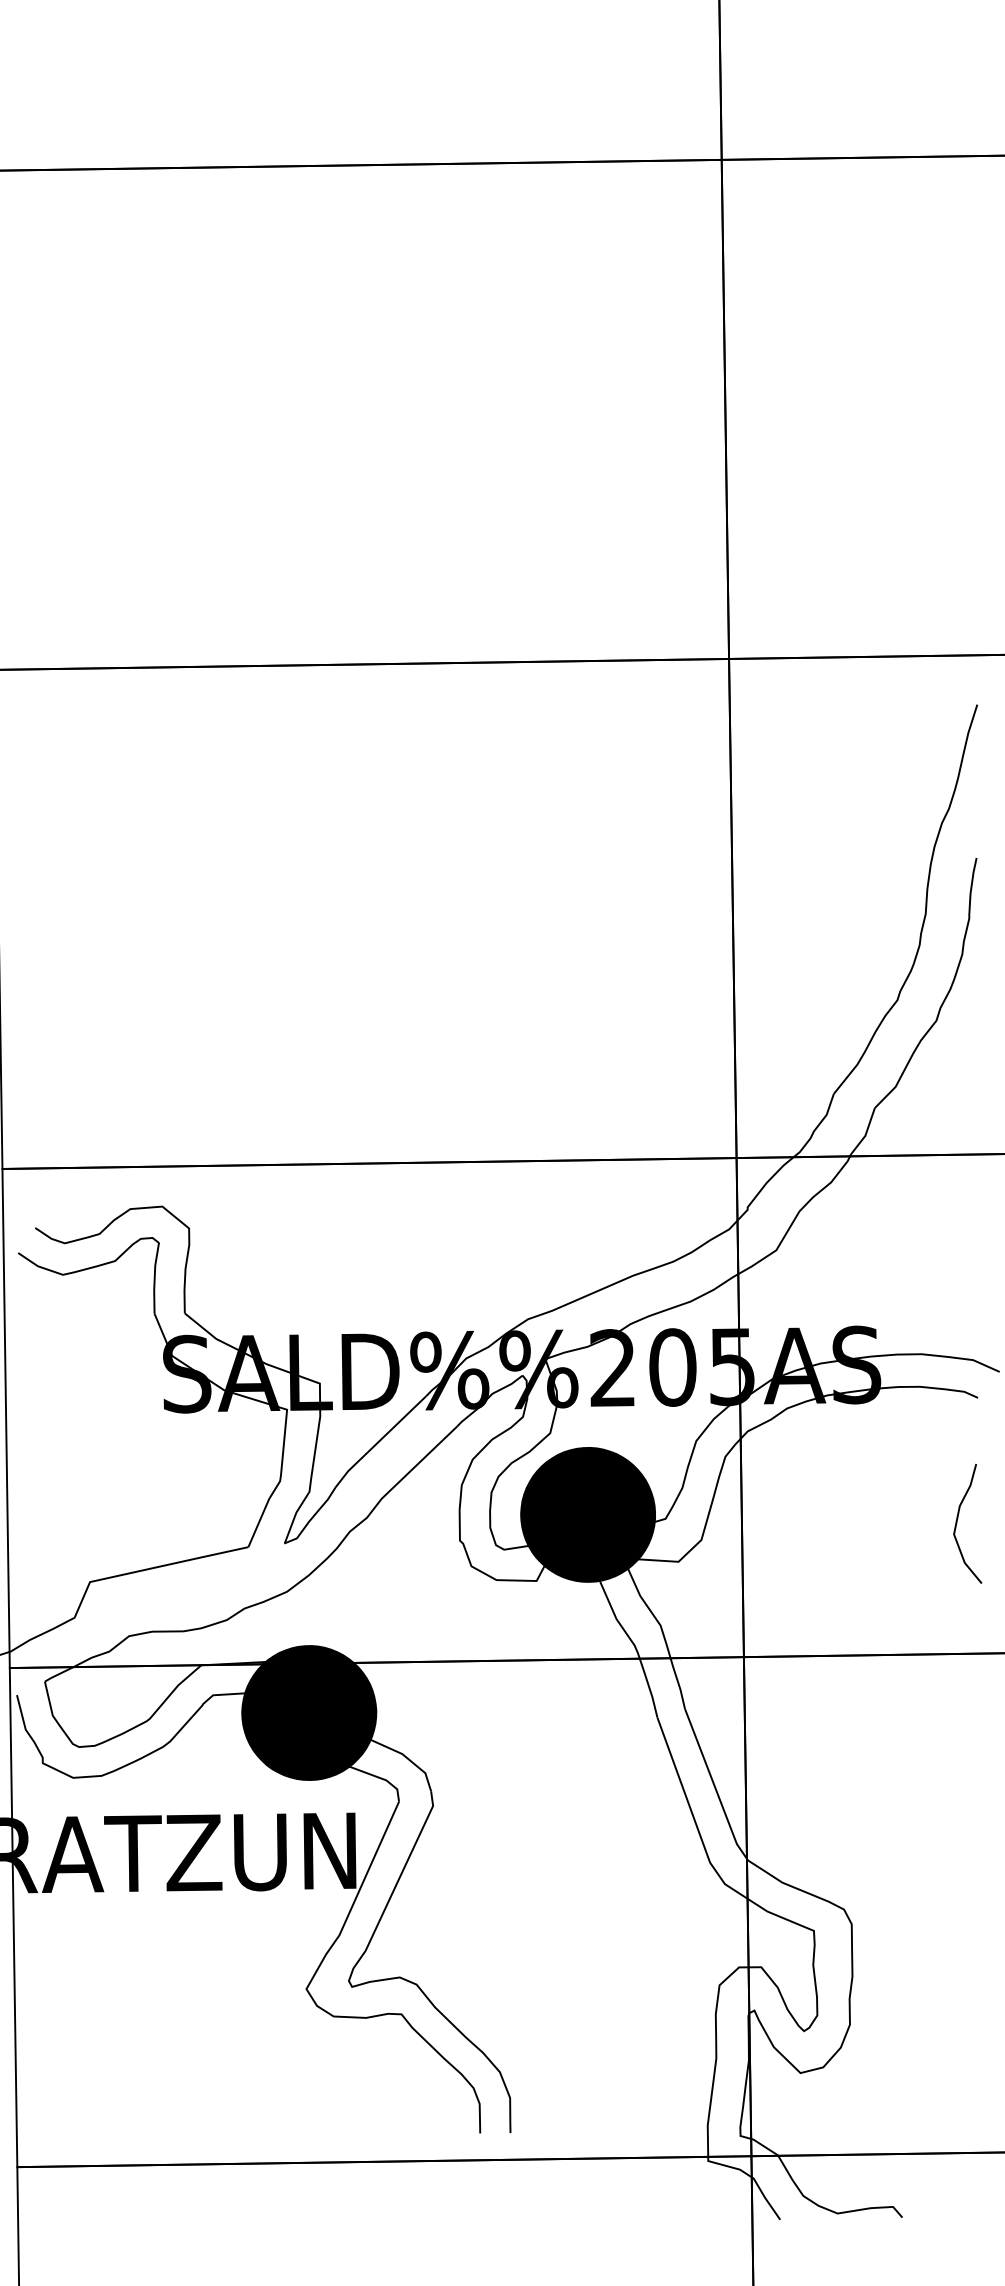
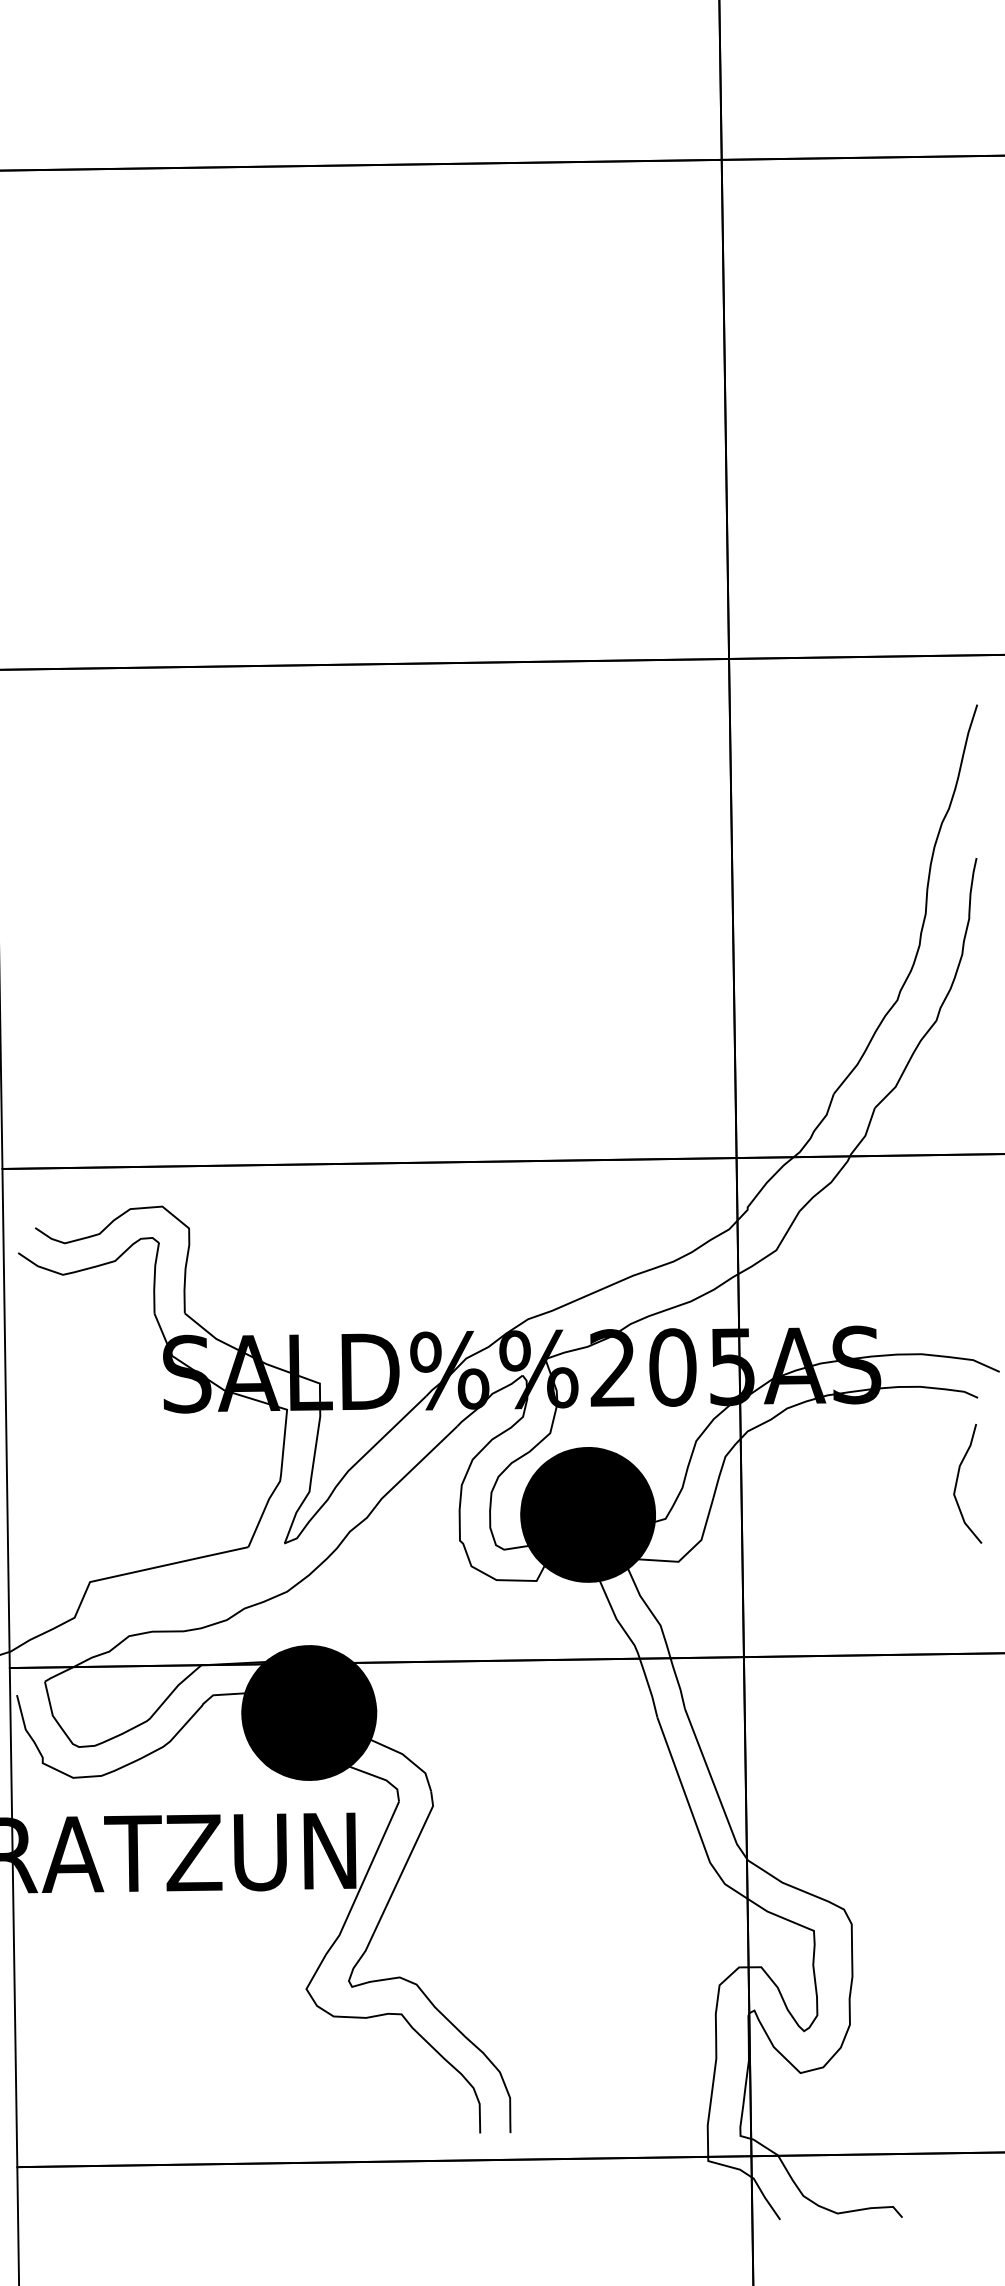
curve at (957, 1523) position: (957, 1523) -> (957, 1483)
